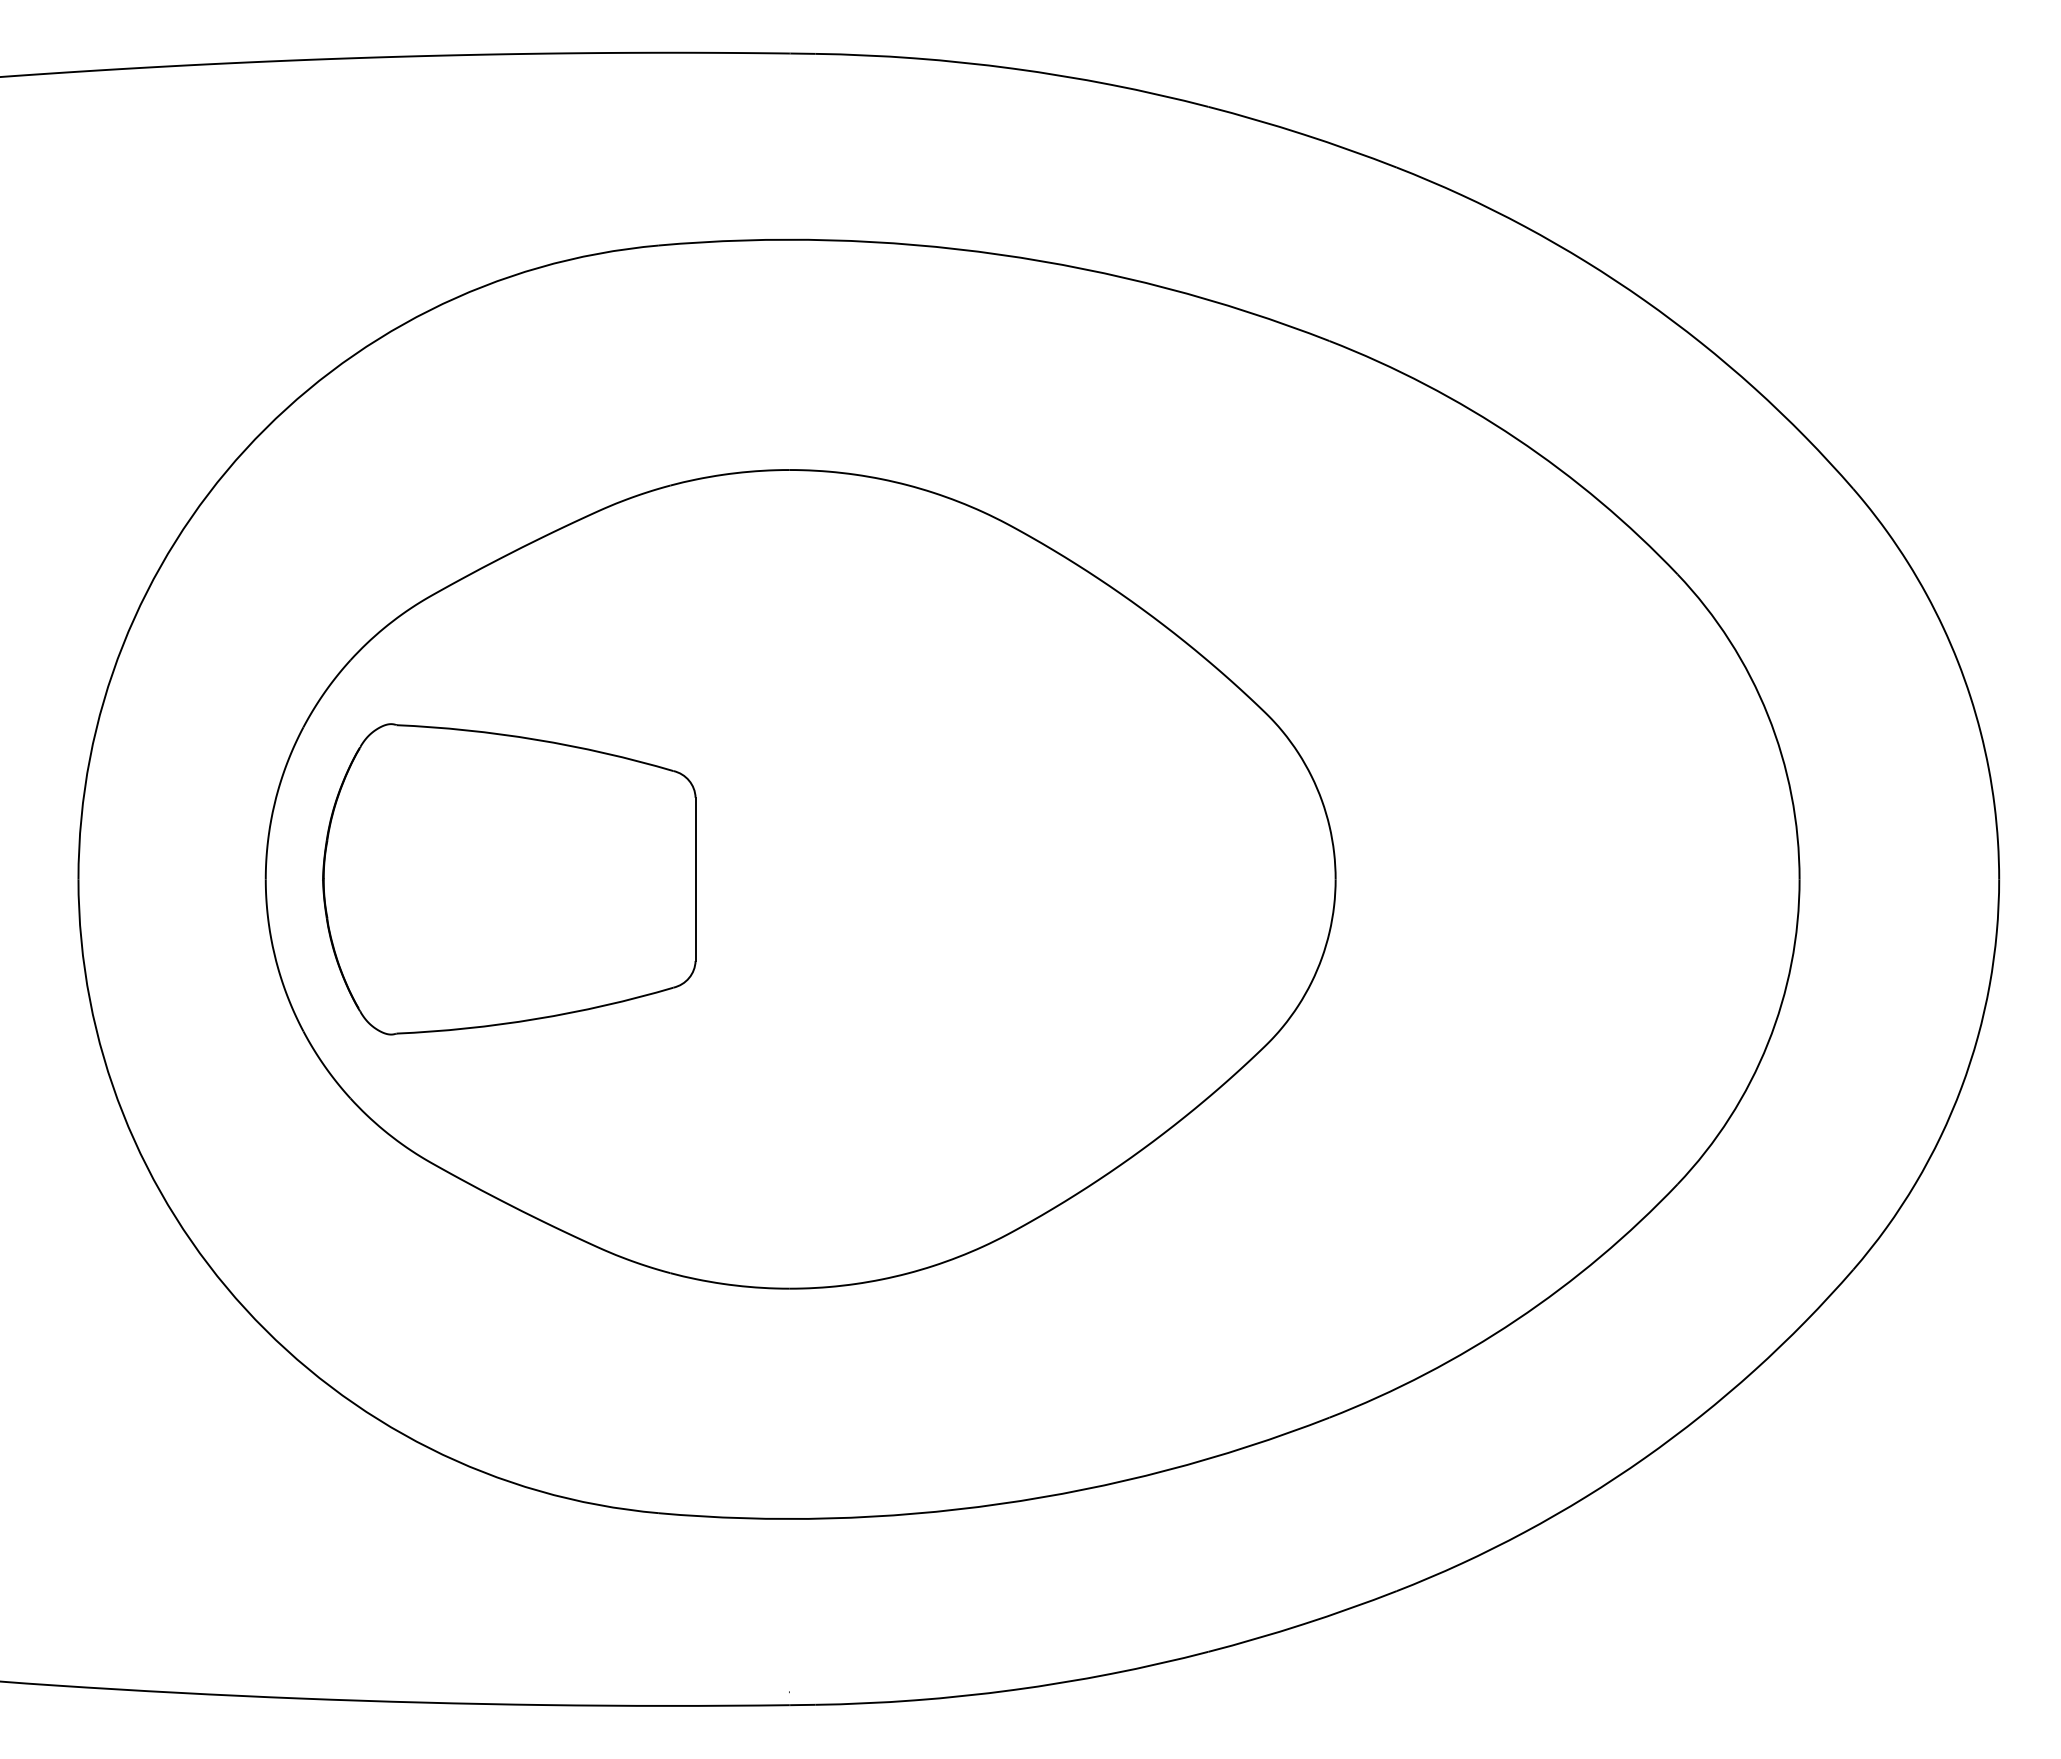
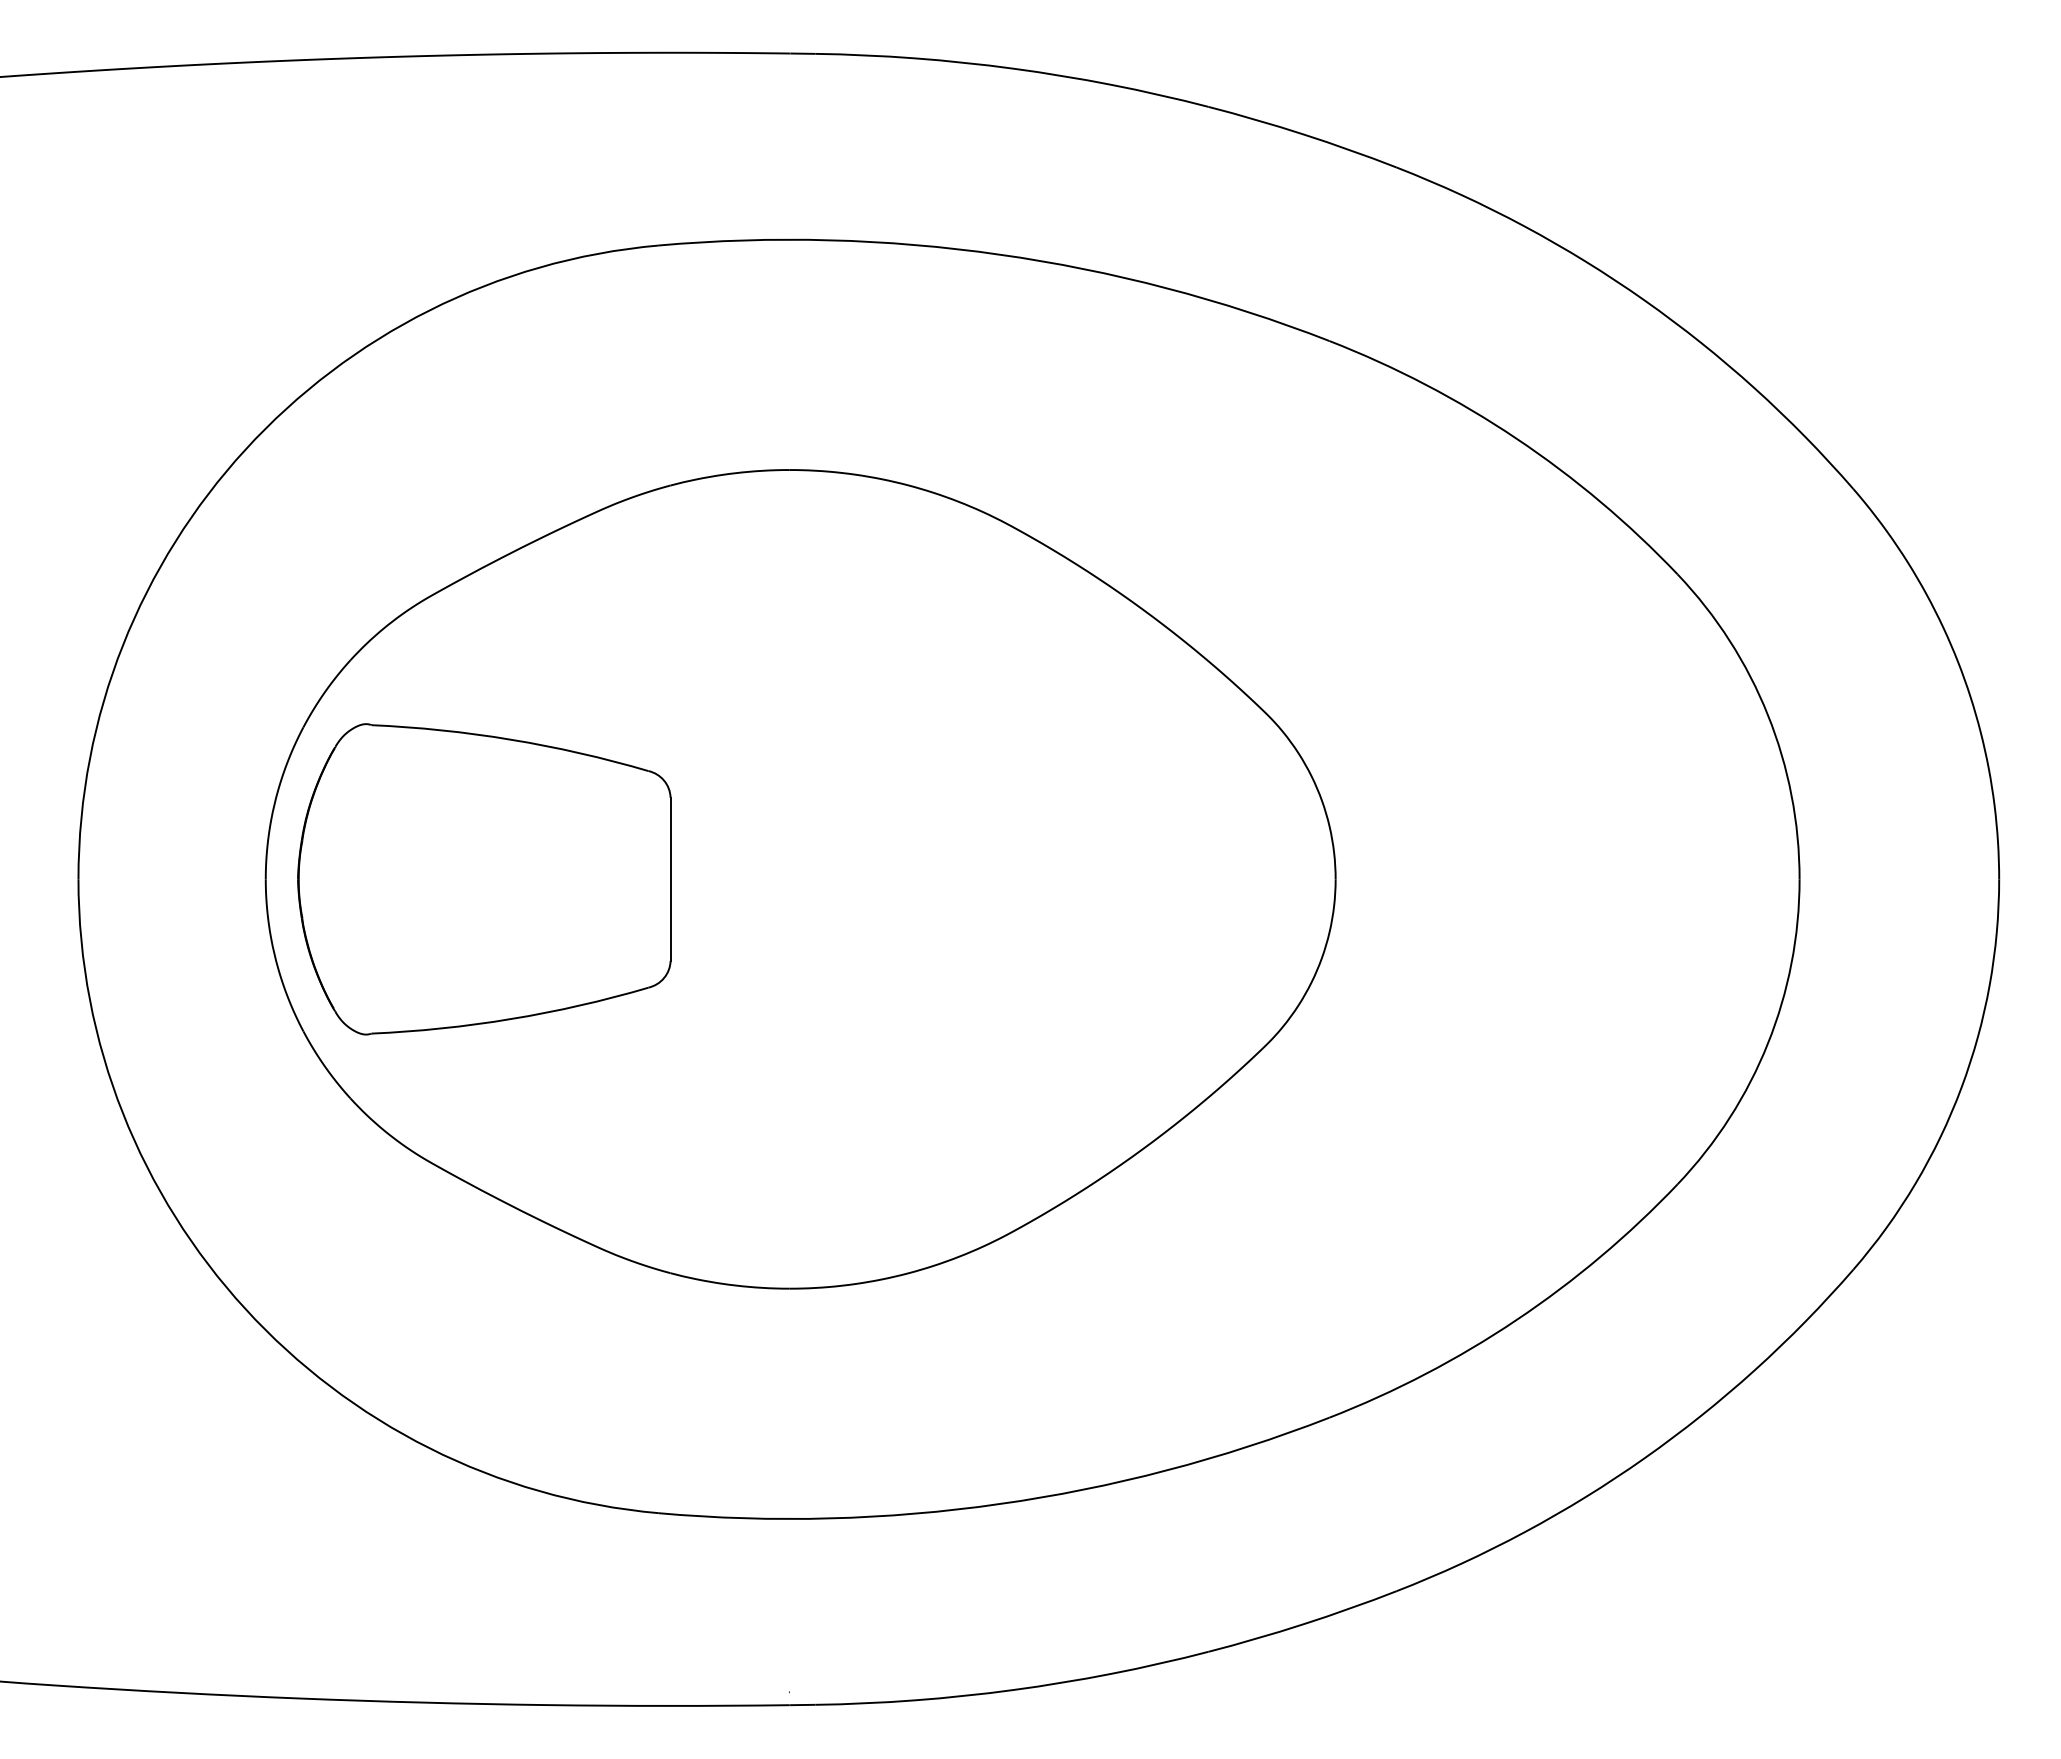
part at (509, 879) position: (509, 879) -> (484, 879)
